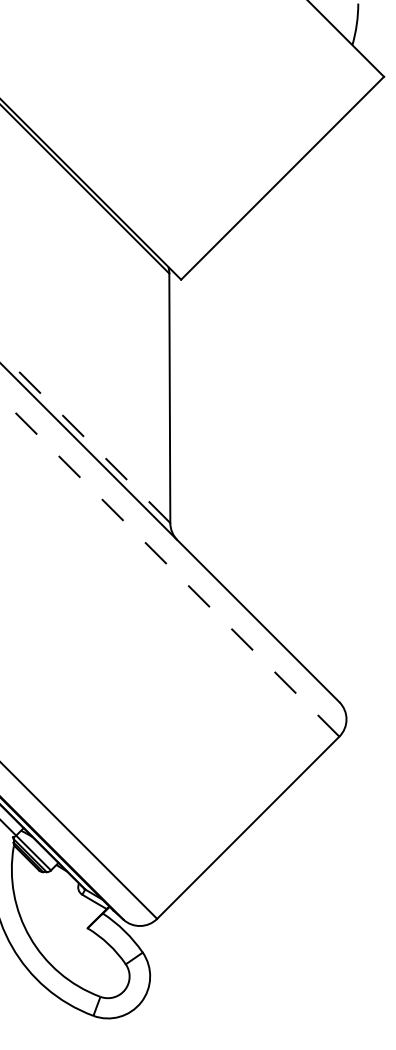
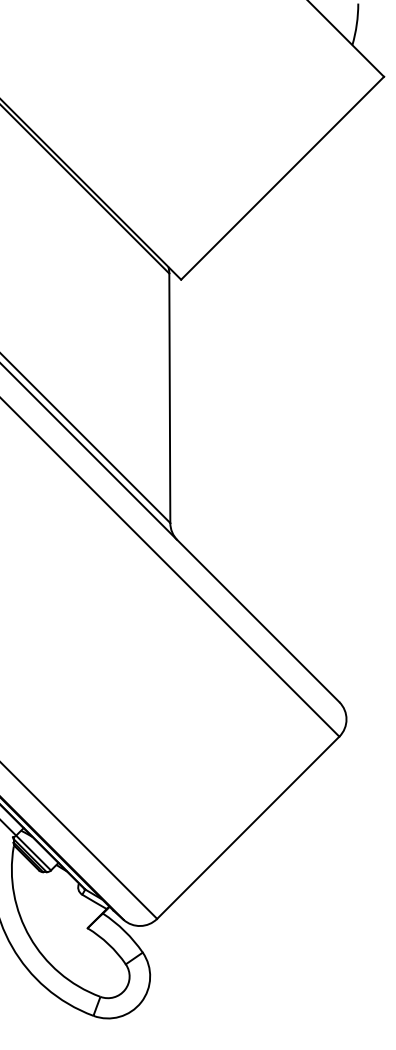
line at (85, 438): dashed -> solid
line at (169, 567): dashed -> solid
